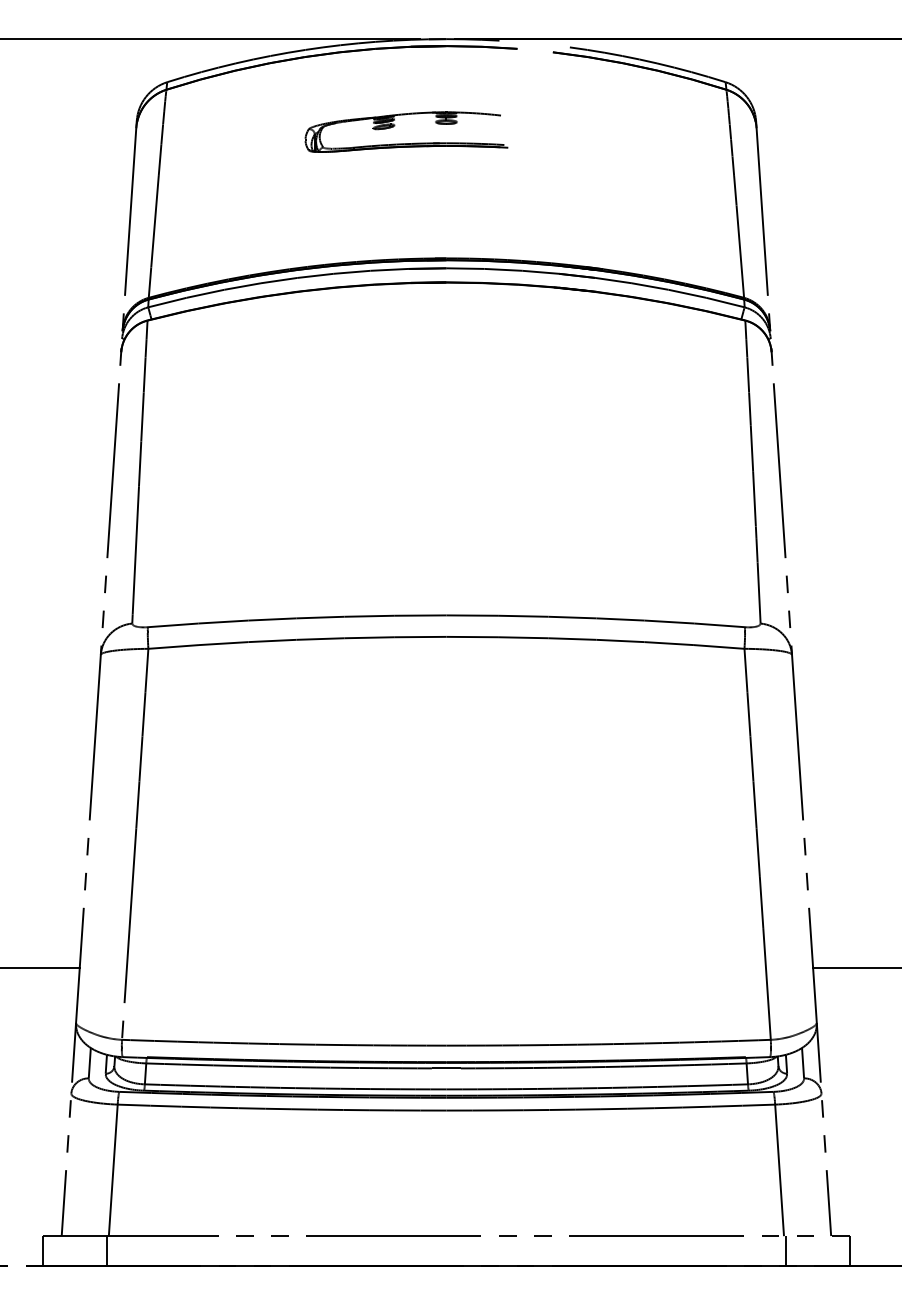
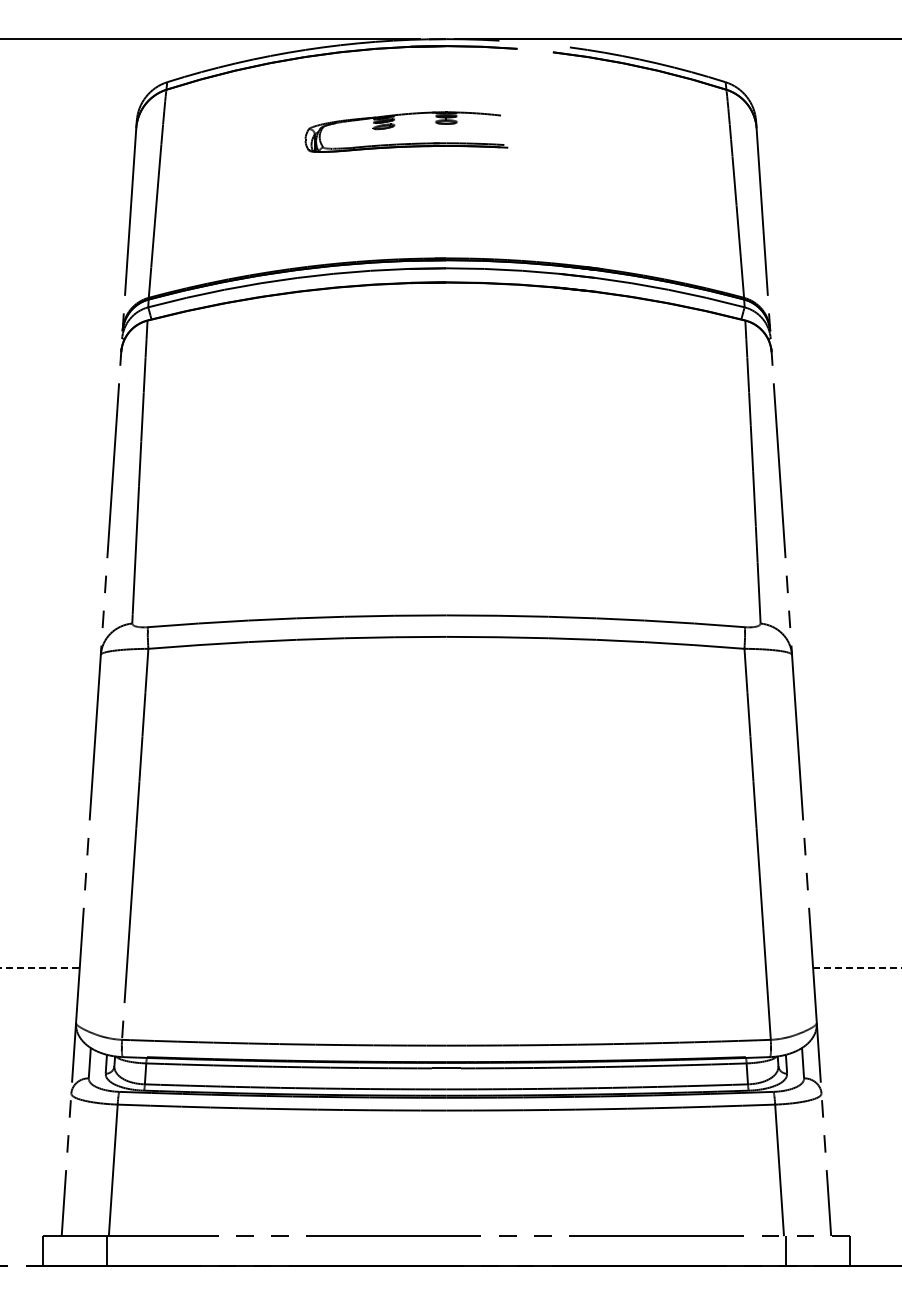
line at (40, 967): solid -> dashed
line at (857, 967): solid -> dashed
